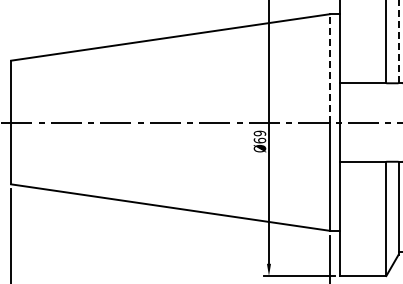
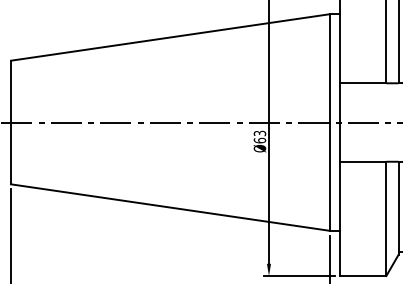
line at (398, 41): dashed -> solid
line at (329, 67): dashed -> solid
text at (259, 133): Ø69 -> Ø63
